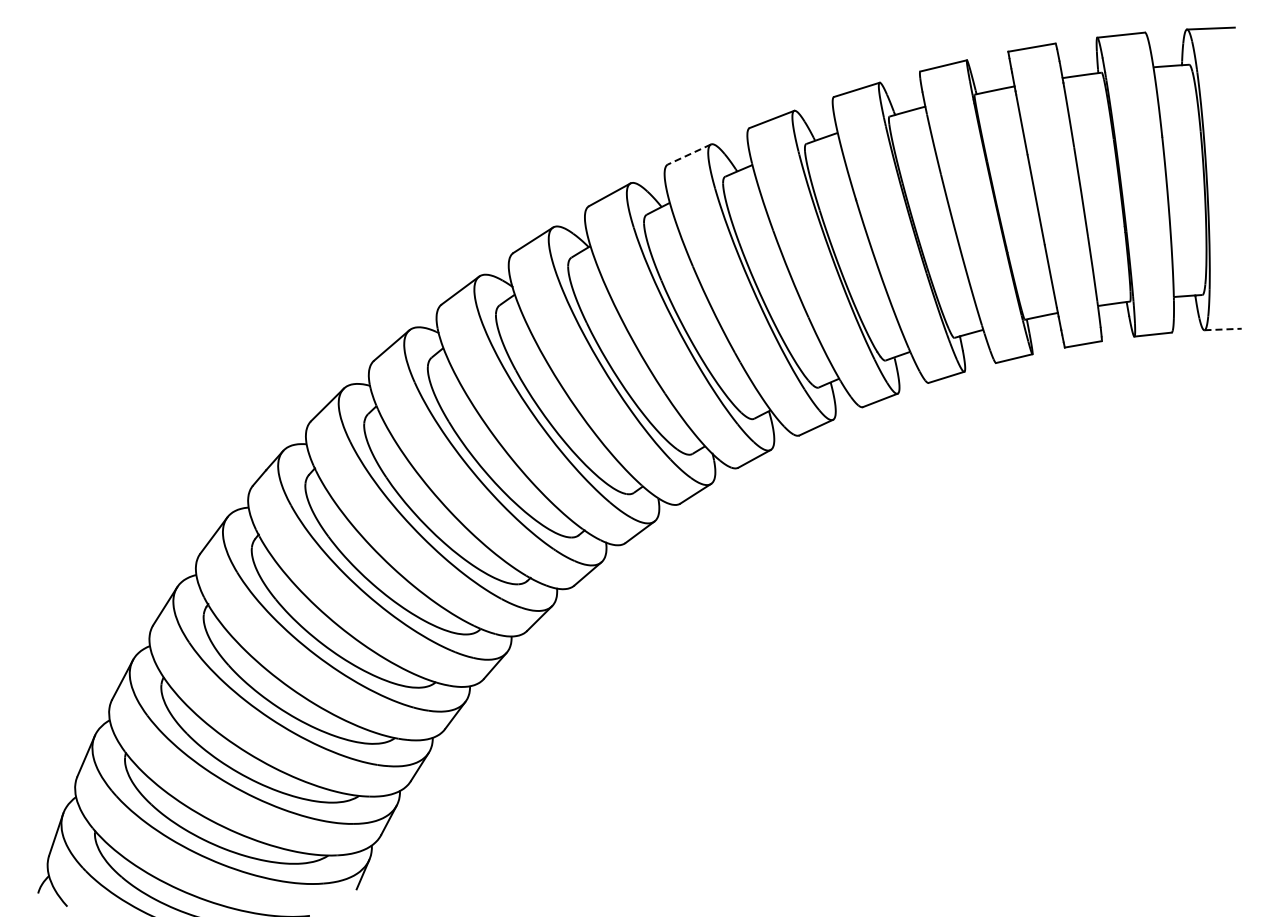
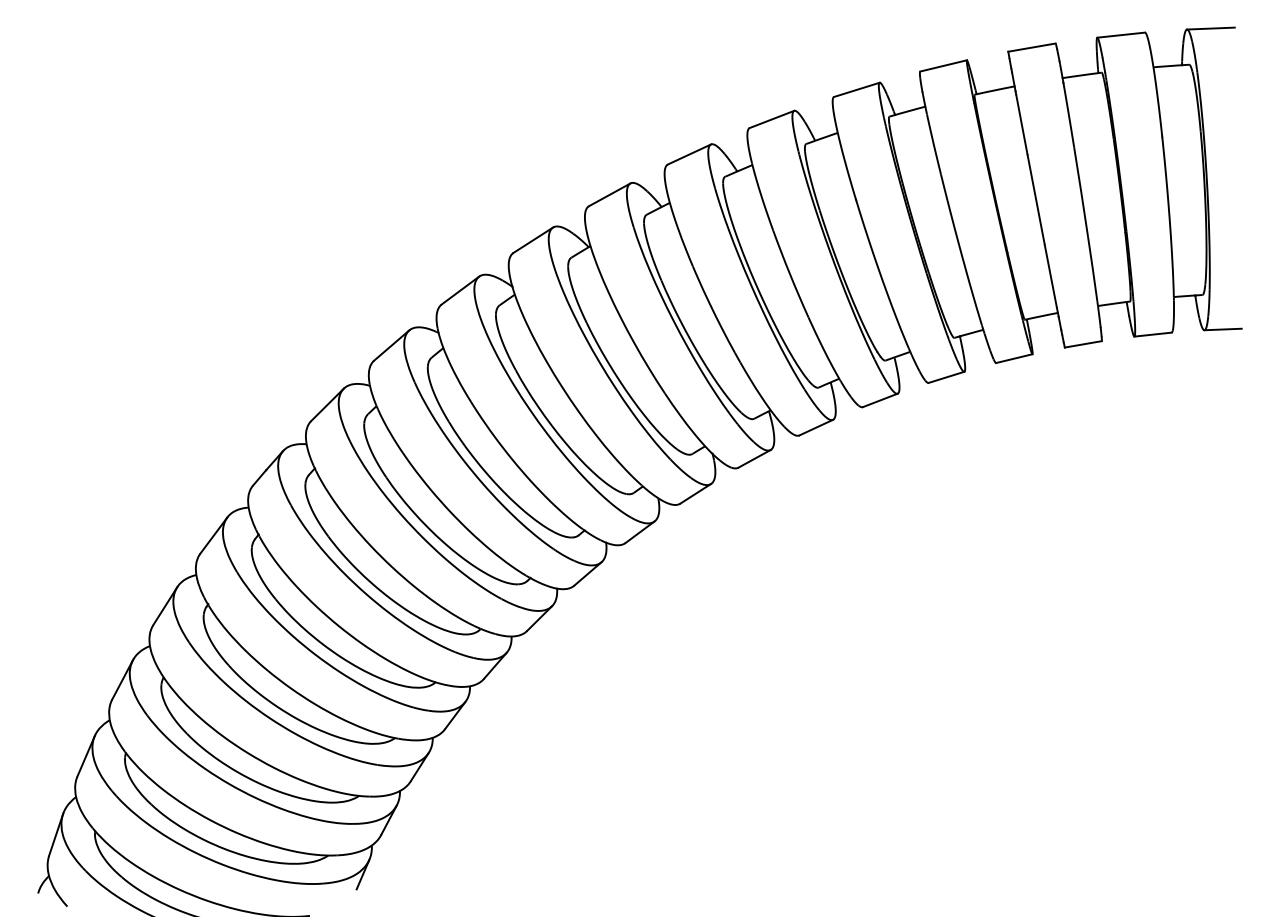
line at (689, 154): dashed -> solid
line at (1223, 329): dashed -> solid
